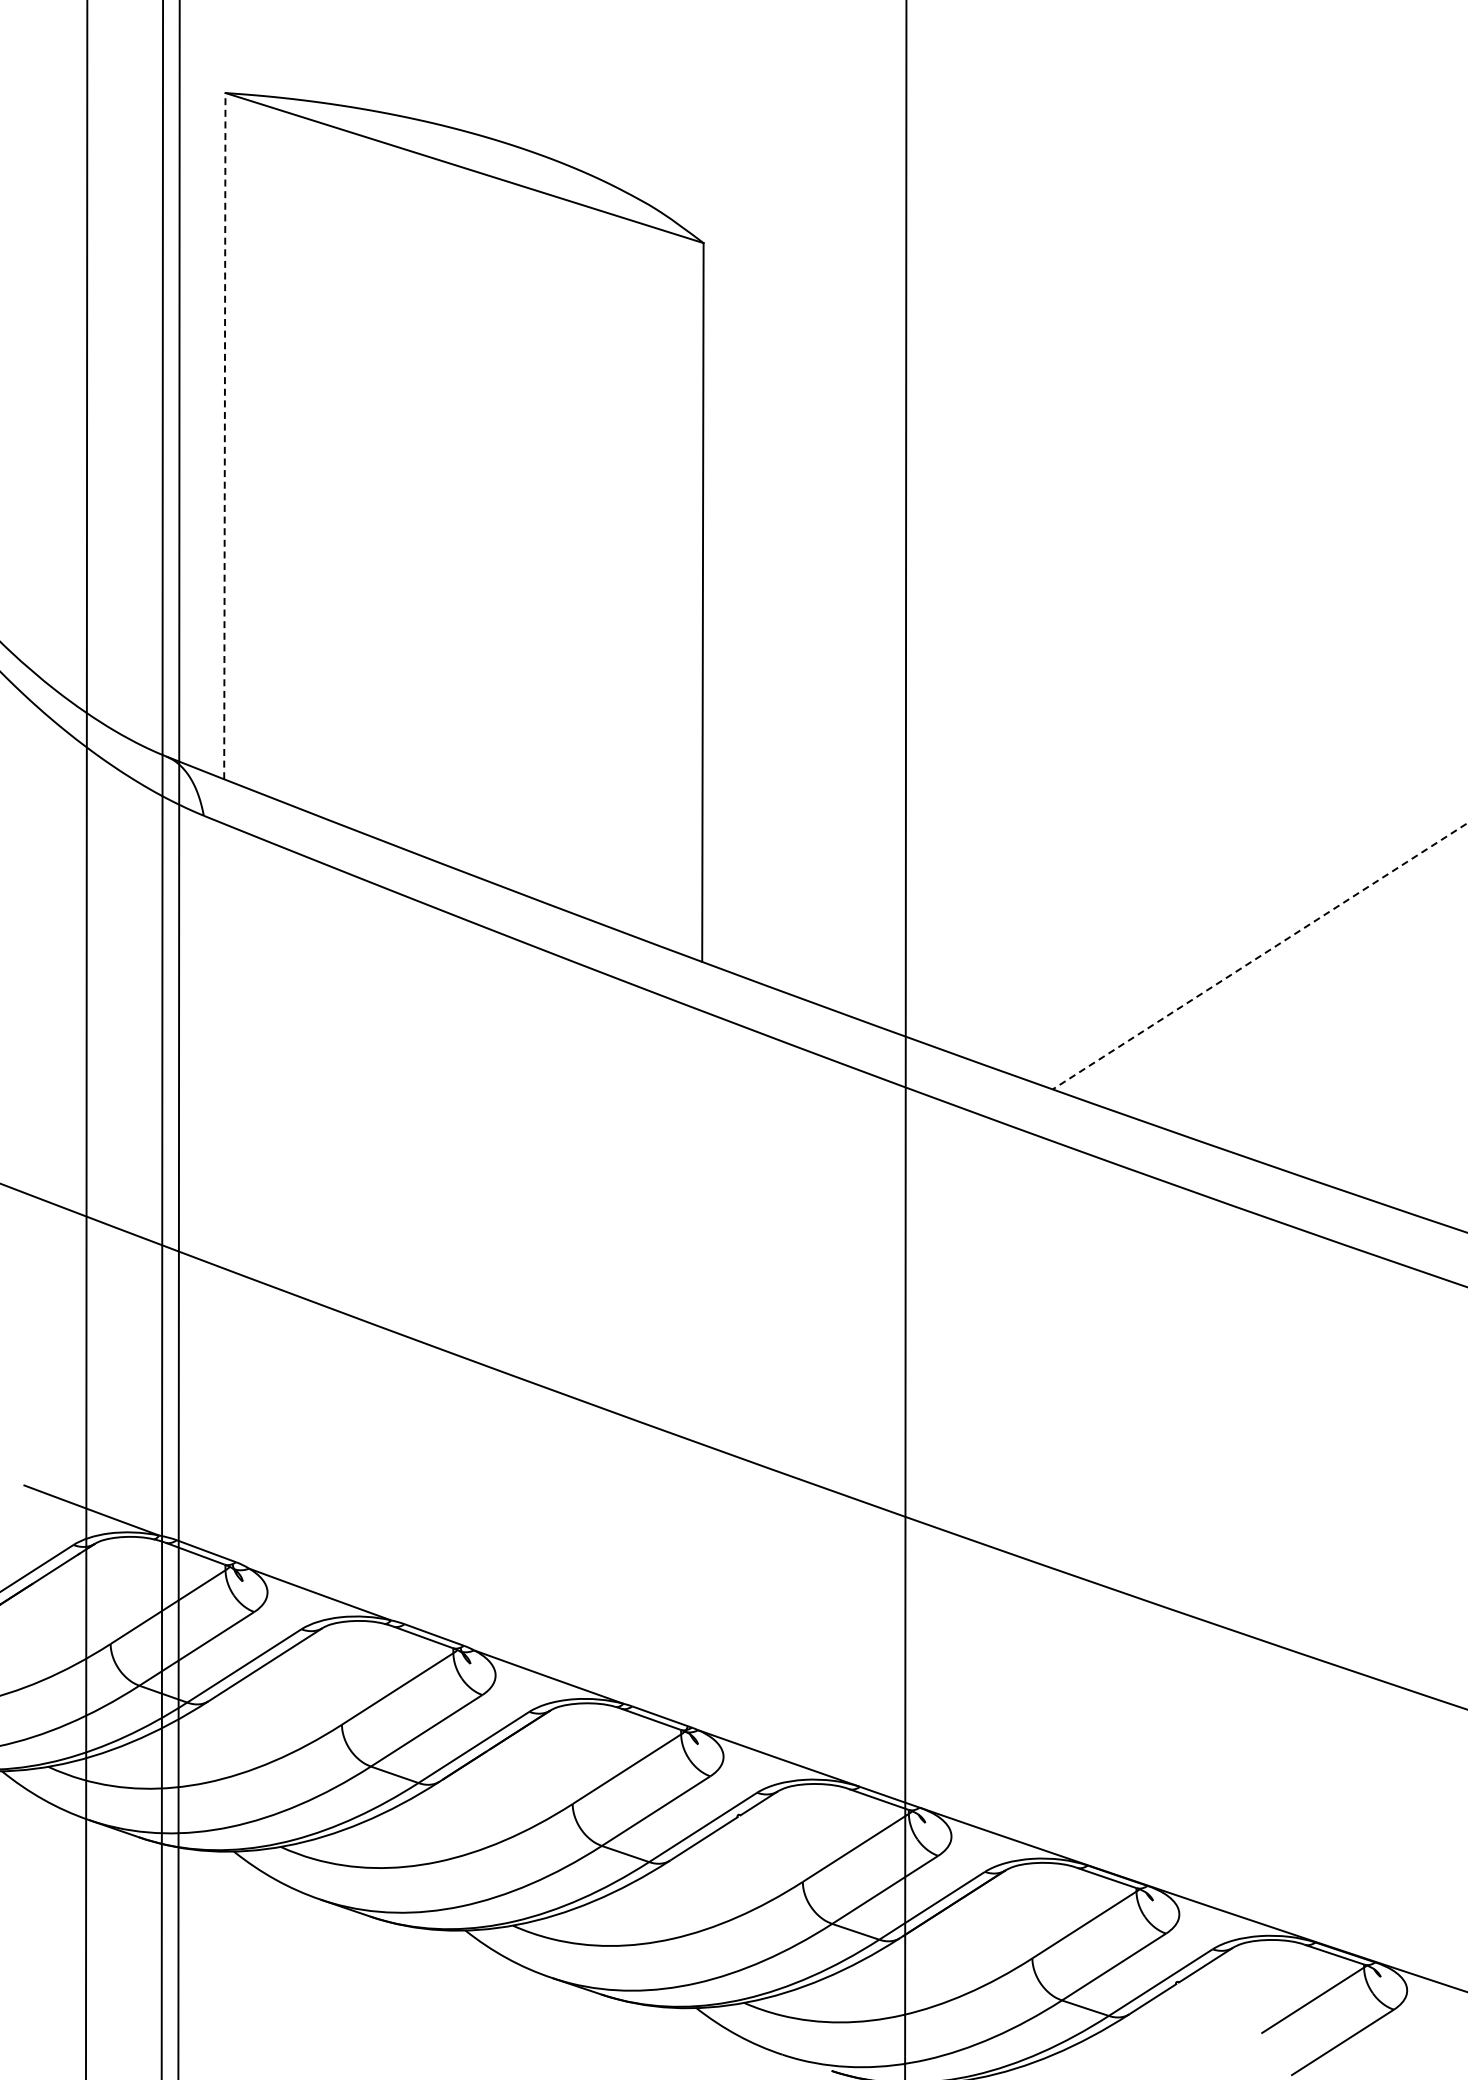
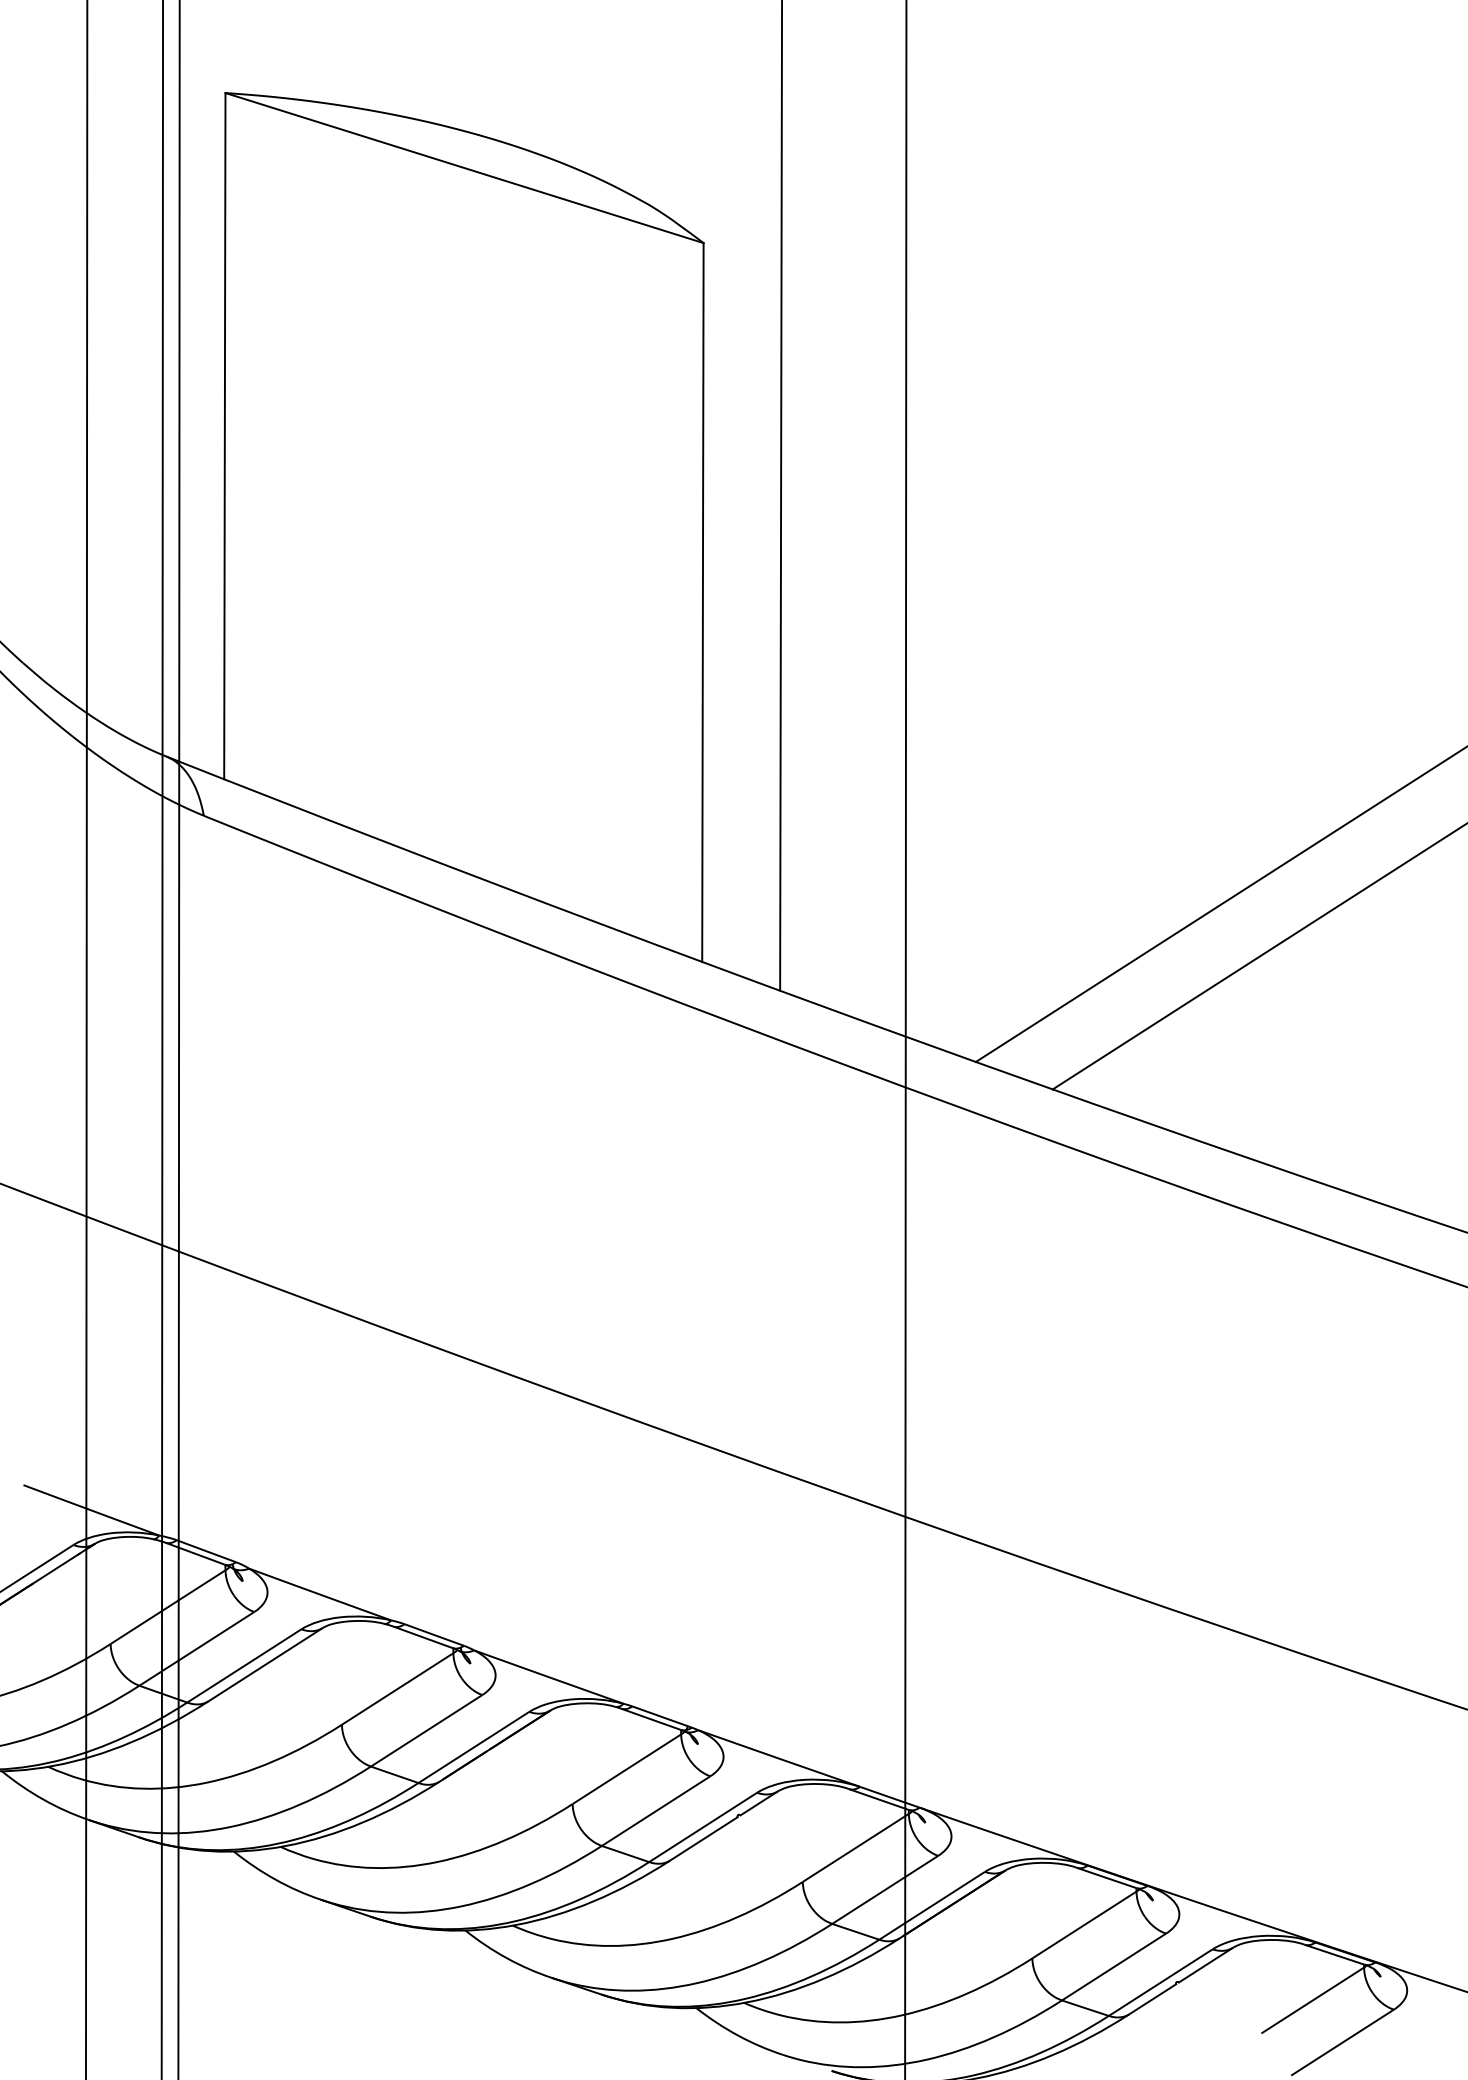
line at (224, 435): dashed -> solid
line at (781, 496): none -> present
line at (1219, 904): none -> present
line at (1259, 956): dashed -> solid
